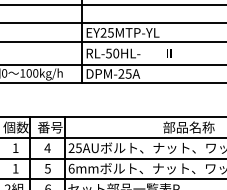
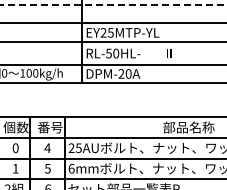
line at (113, 4): solid -> dashed
text at (128, 73): DPM-25A -> DPM-20A
text at (15, 148): 1 -> 0
